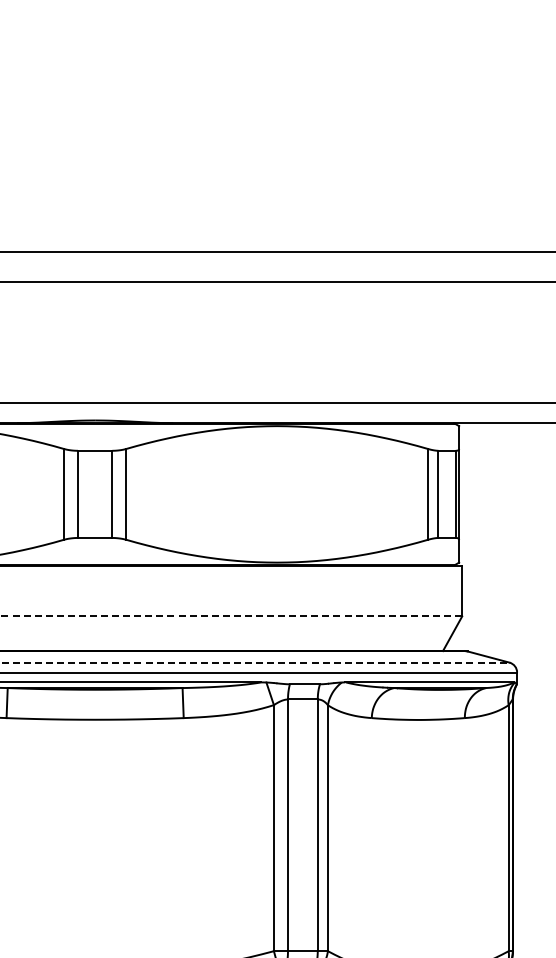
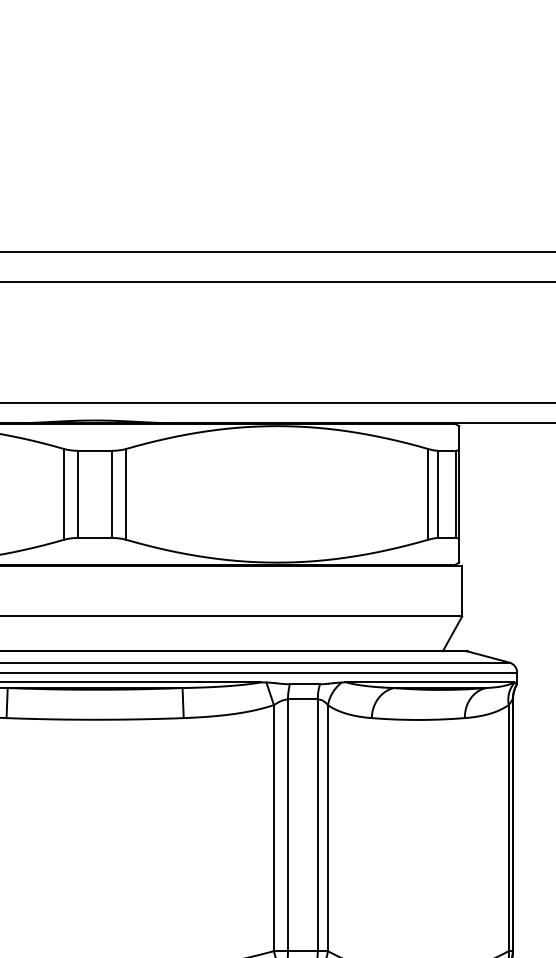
line at (231, 616): dashed -> solid
line at (255, 662): dashed -> solid
